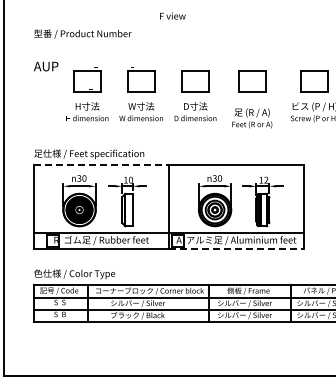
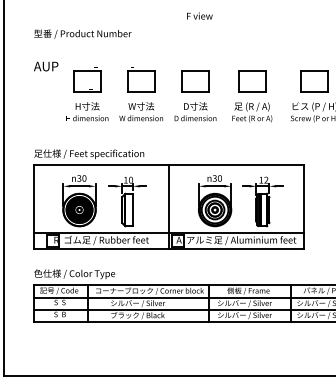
text at (172, 15) position: (172, 15) -> (199, 15)
text at (252, 118) position: (252, 118) -> (252, 112)
line at (101, 165): dashed -> solid
line at (236, 249): dashed -> solid
